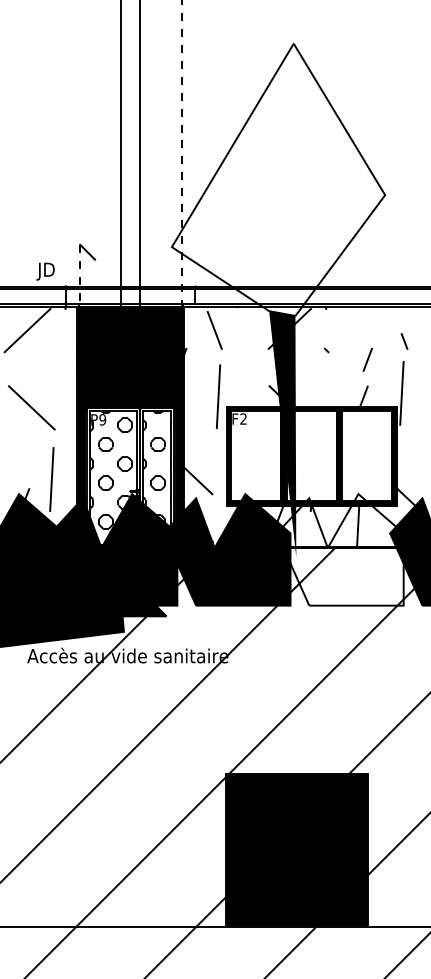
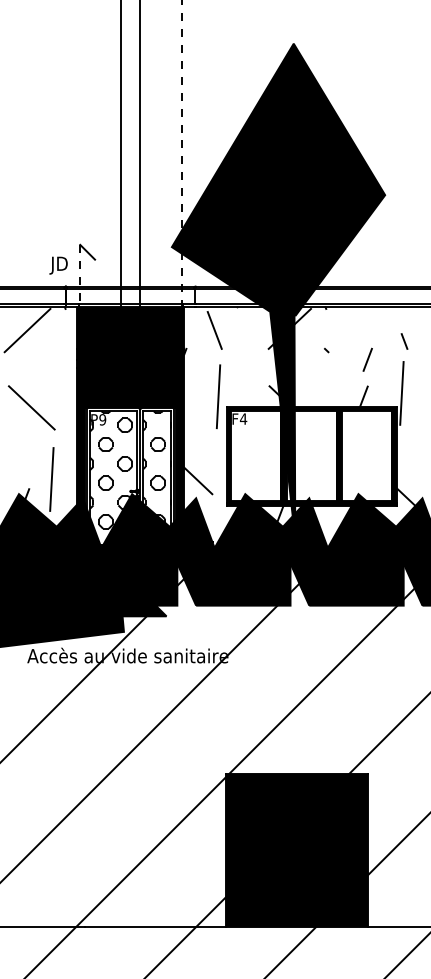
fill at (278, 179): none -> present
text at (45, 271) position: (45, 271) -> (58, 265)
text at (243, 418): F2 -> F4
fill at (339, 549): none -> present
